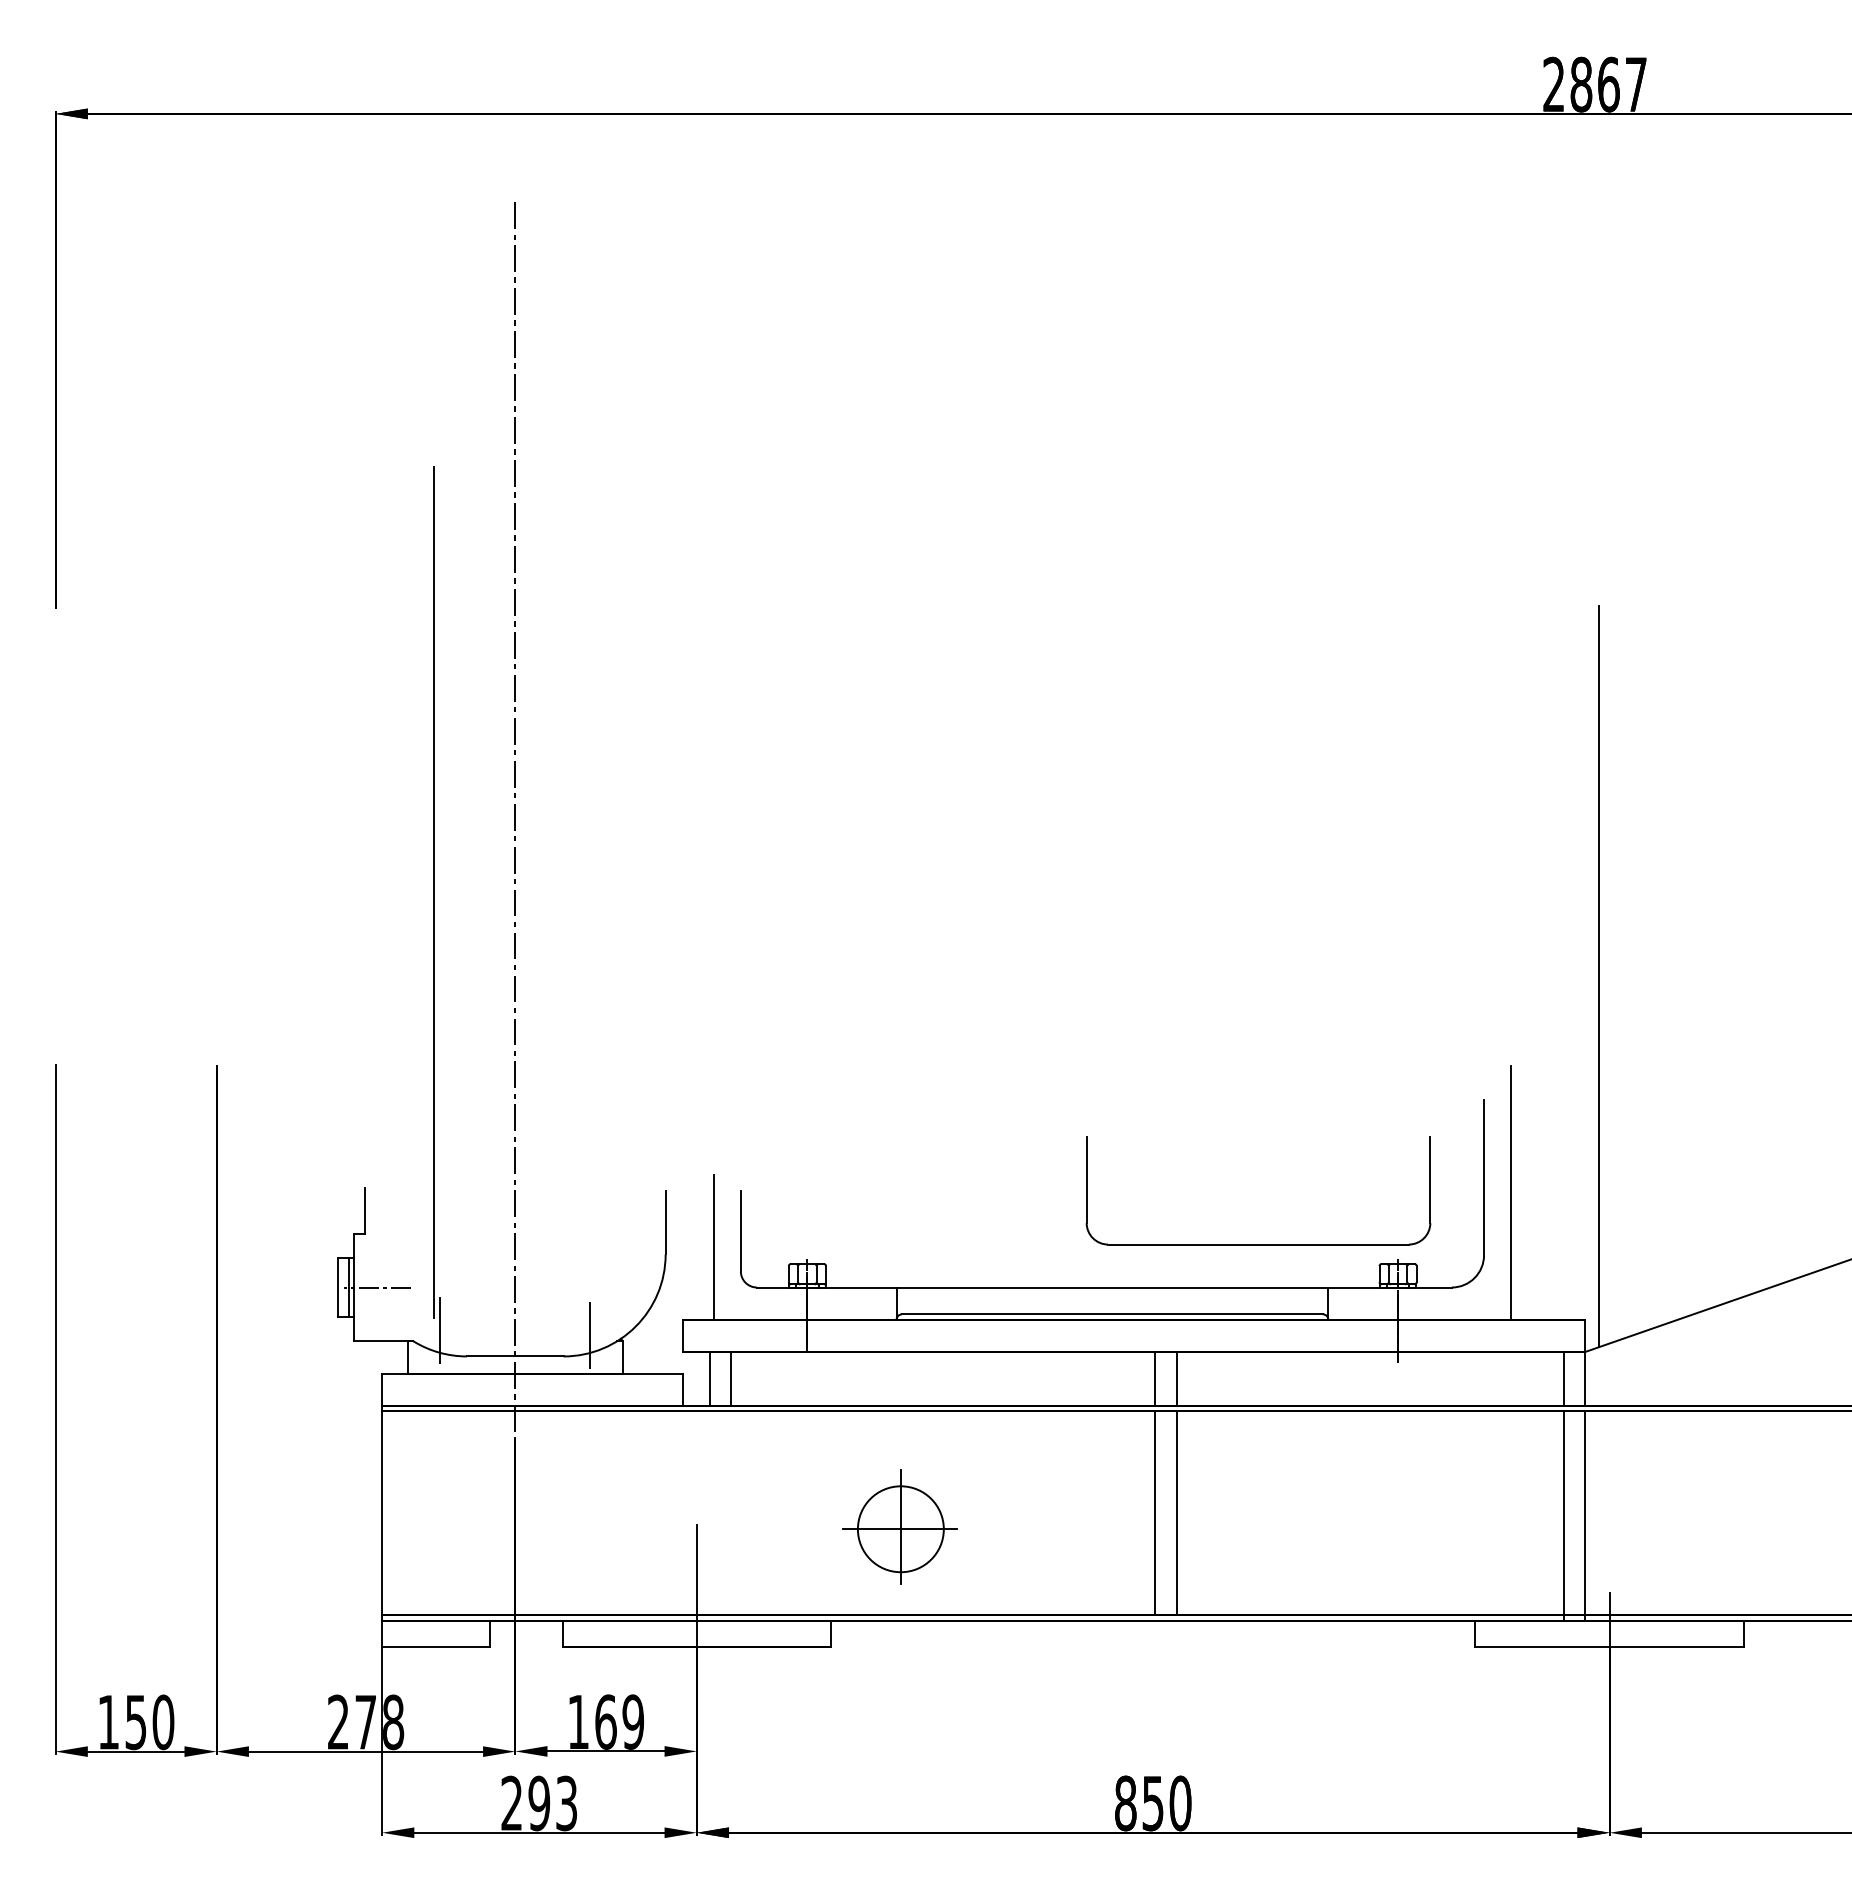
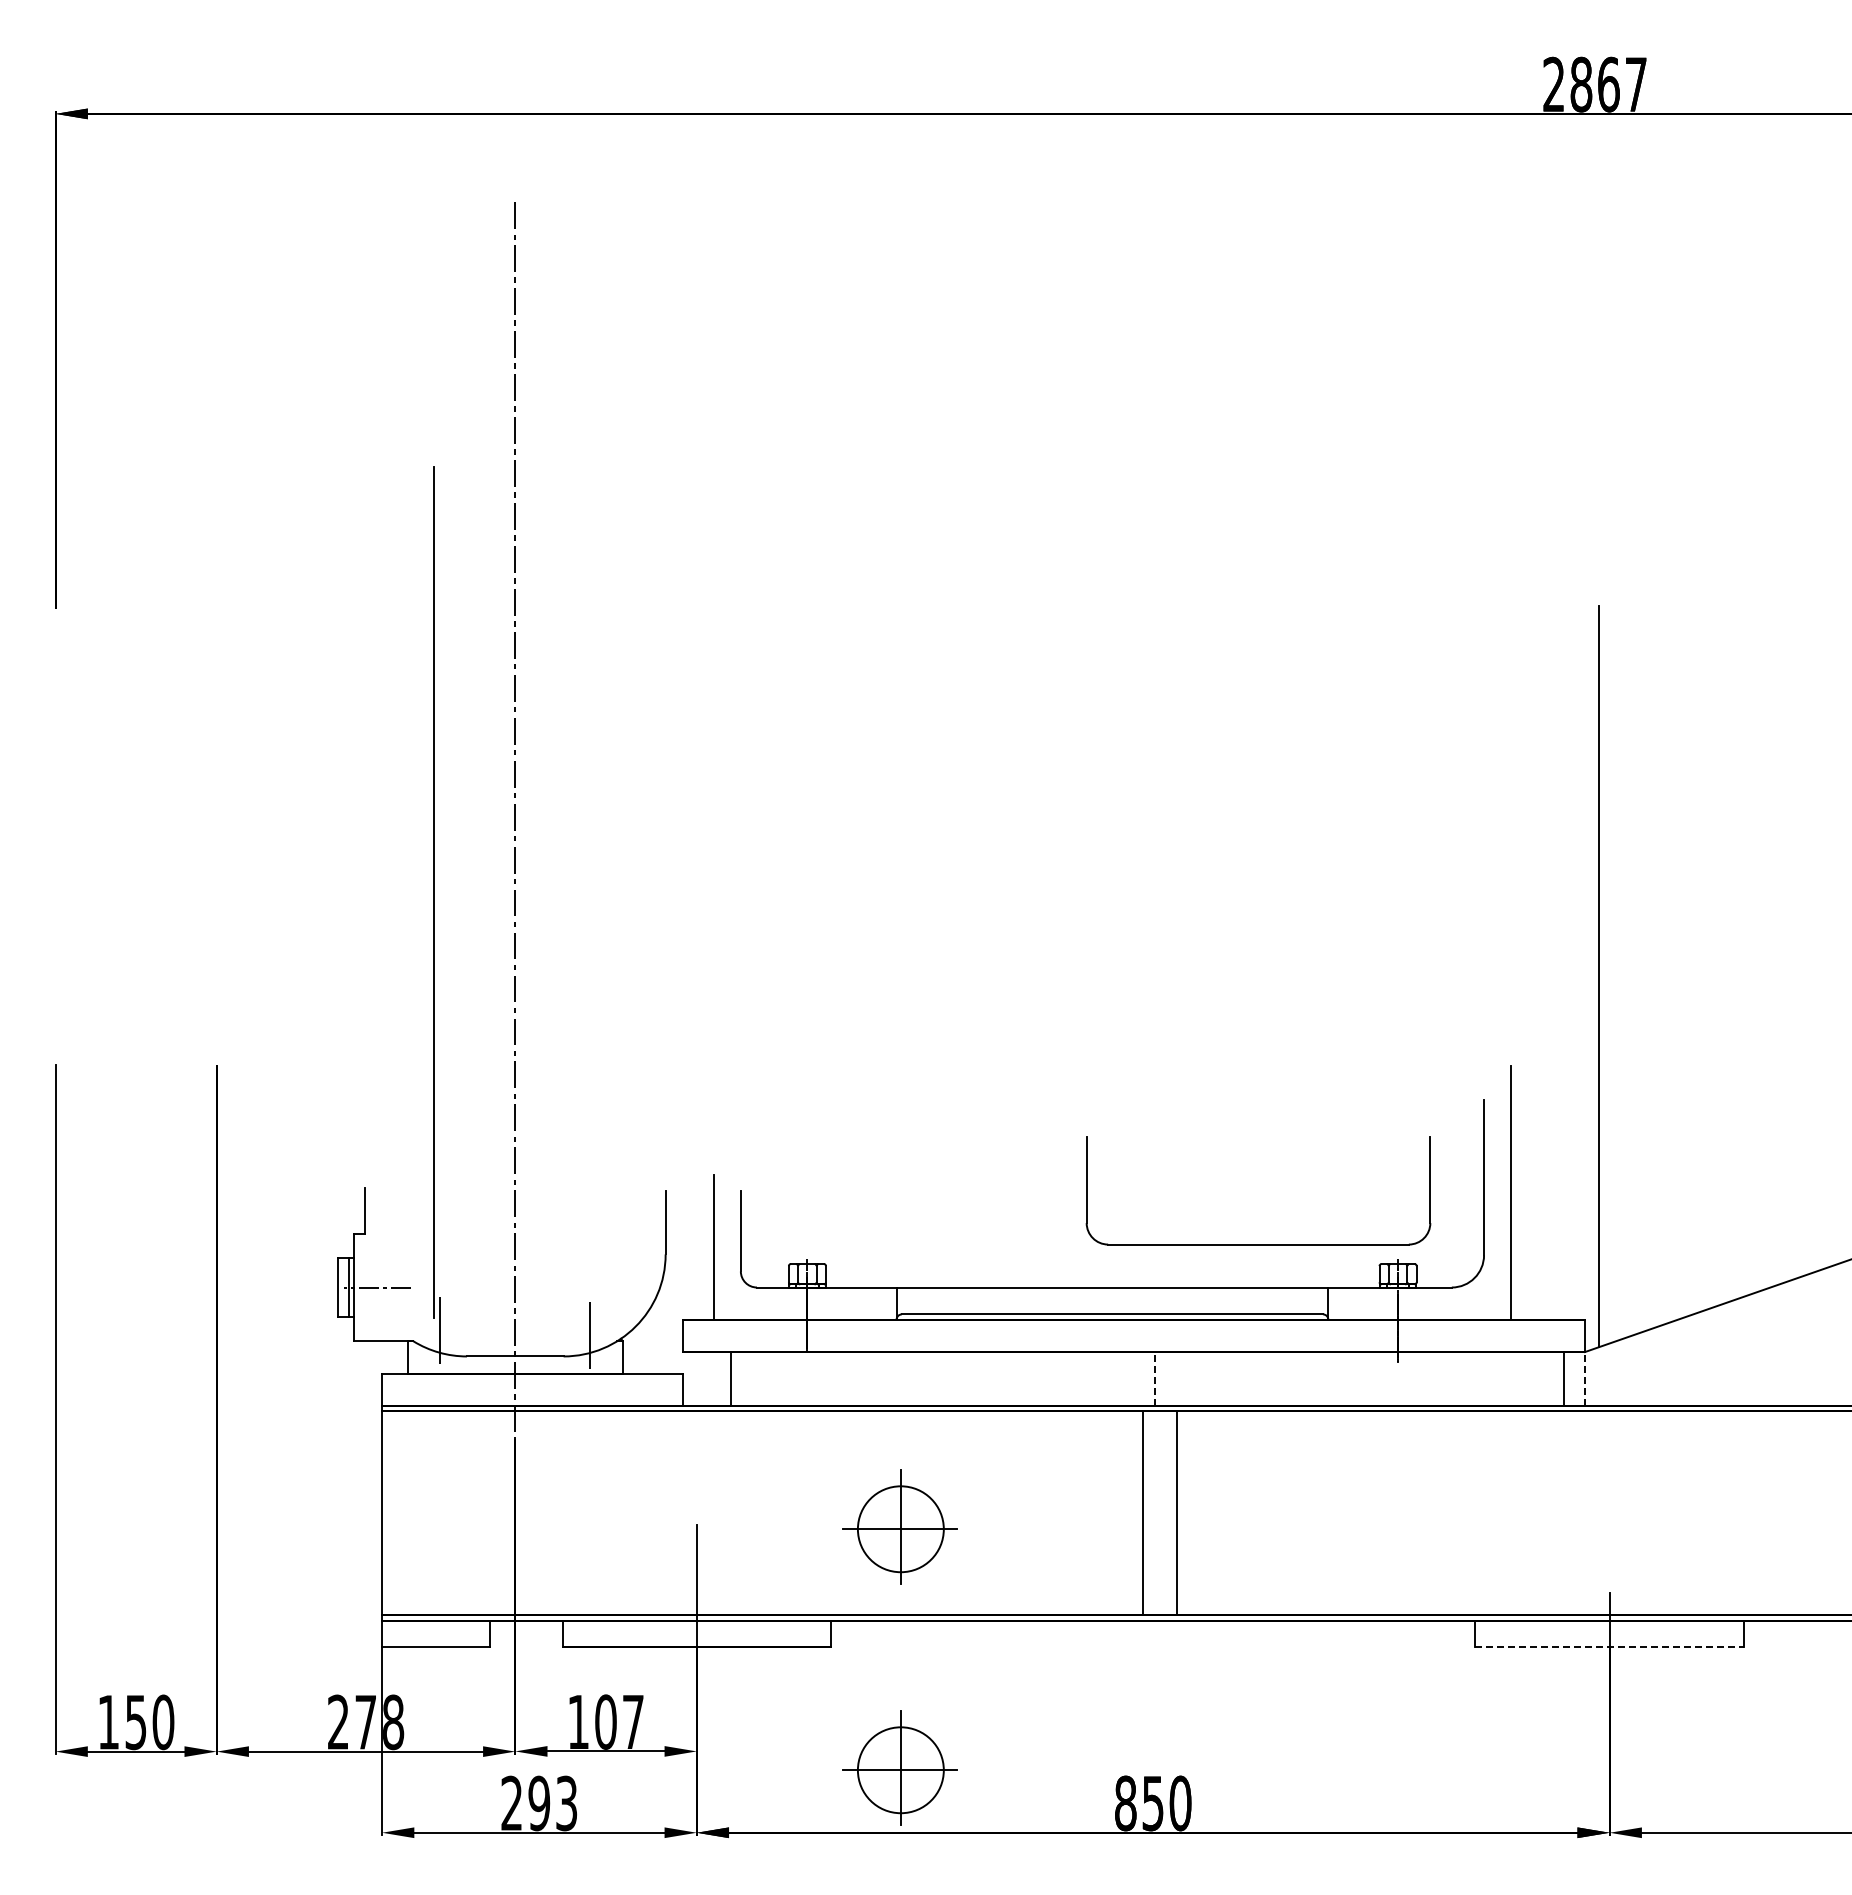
line at (709, 1378): present -> none
line at (1155, 1378): solid -> dashed
line at (1176, 1378): present -> none
line at (1585, 1378): solid -> dashed
line at (1155, 1513) position: (1155, 1513) -> (1143, 1513)
line at (1563, 1515): present -> none
line at (1585, 1515): present -> none
line at (1610, 1647): solid -> dashed
text at (619, 1721): 169 -> 107
part at (899, 1767): none -> present
